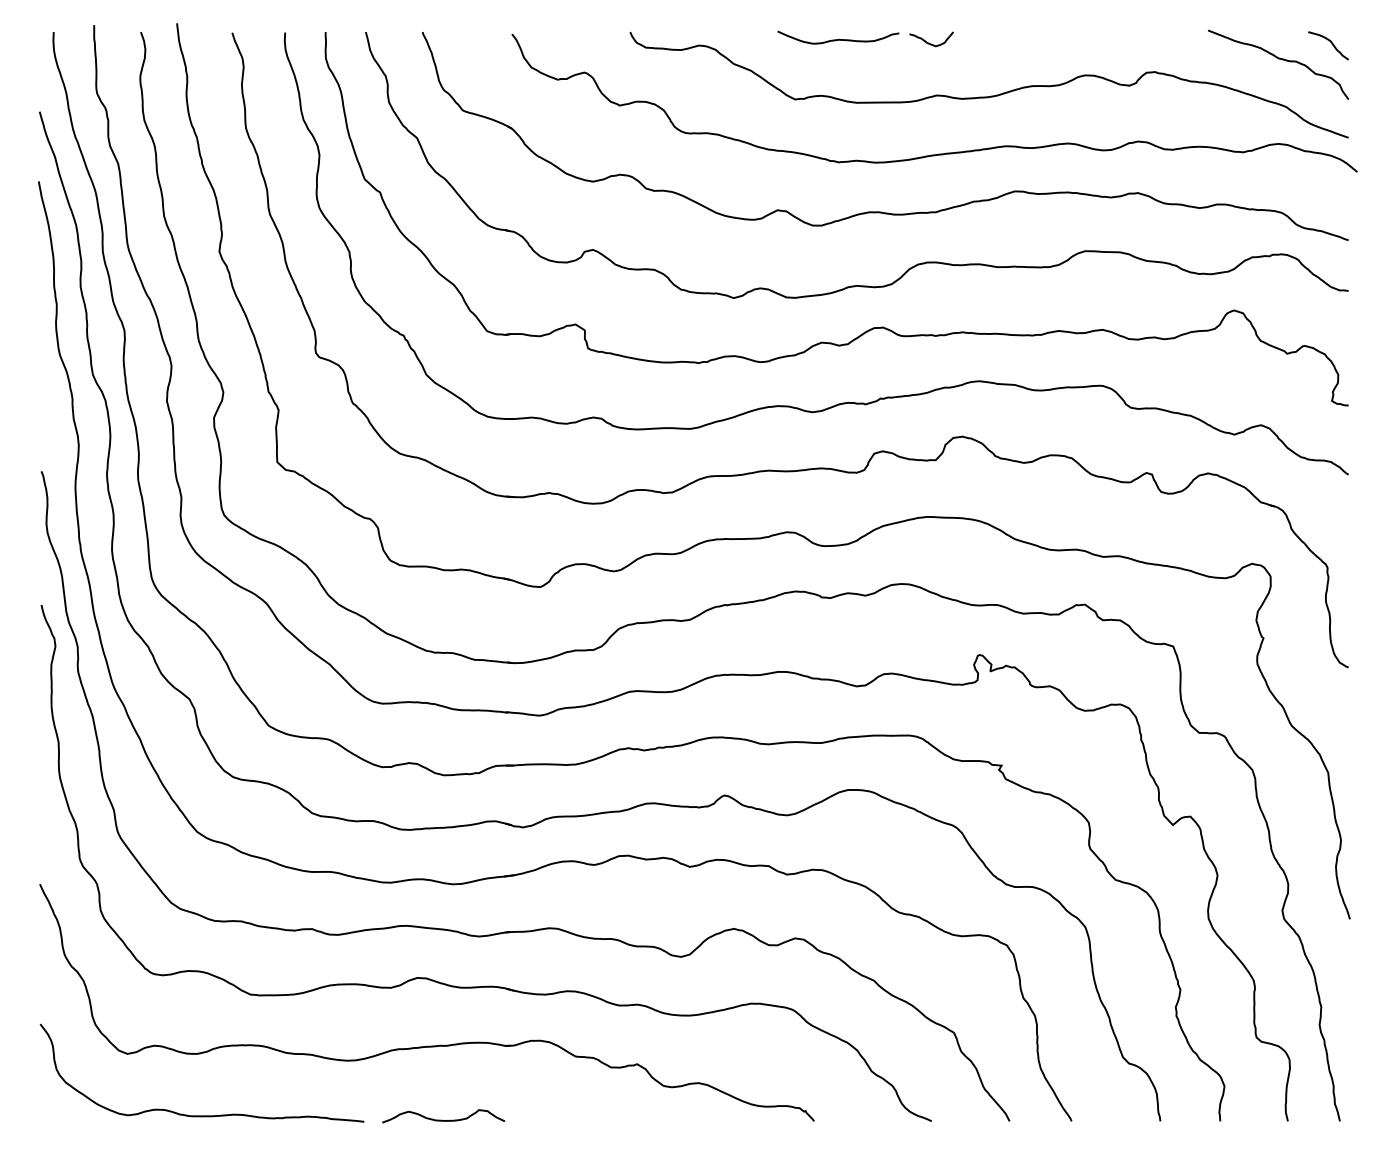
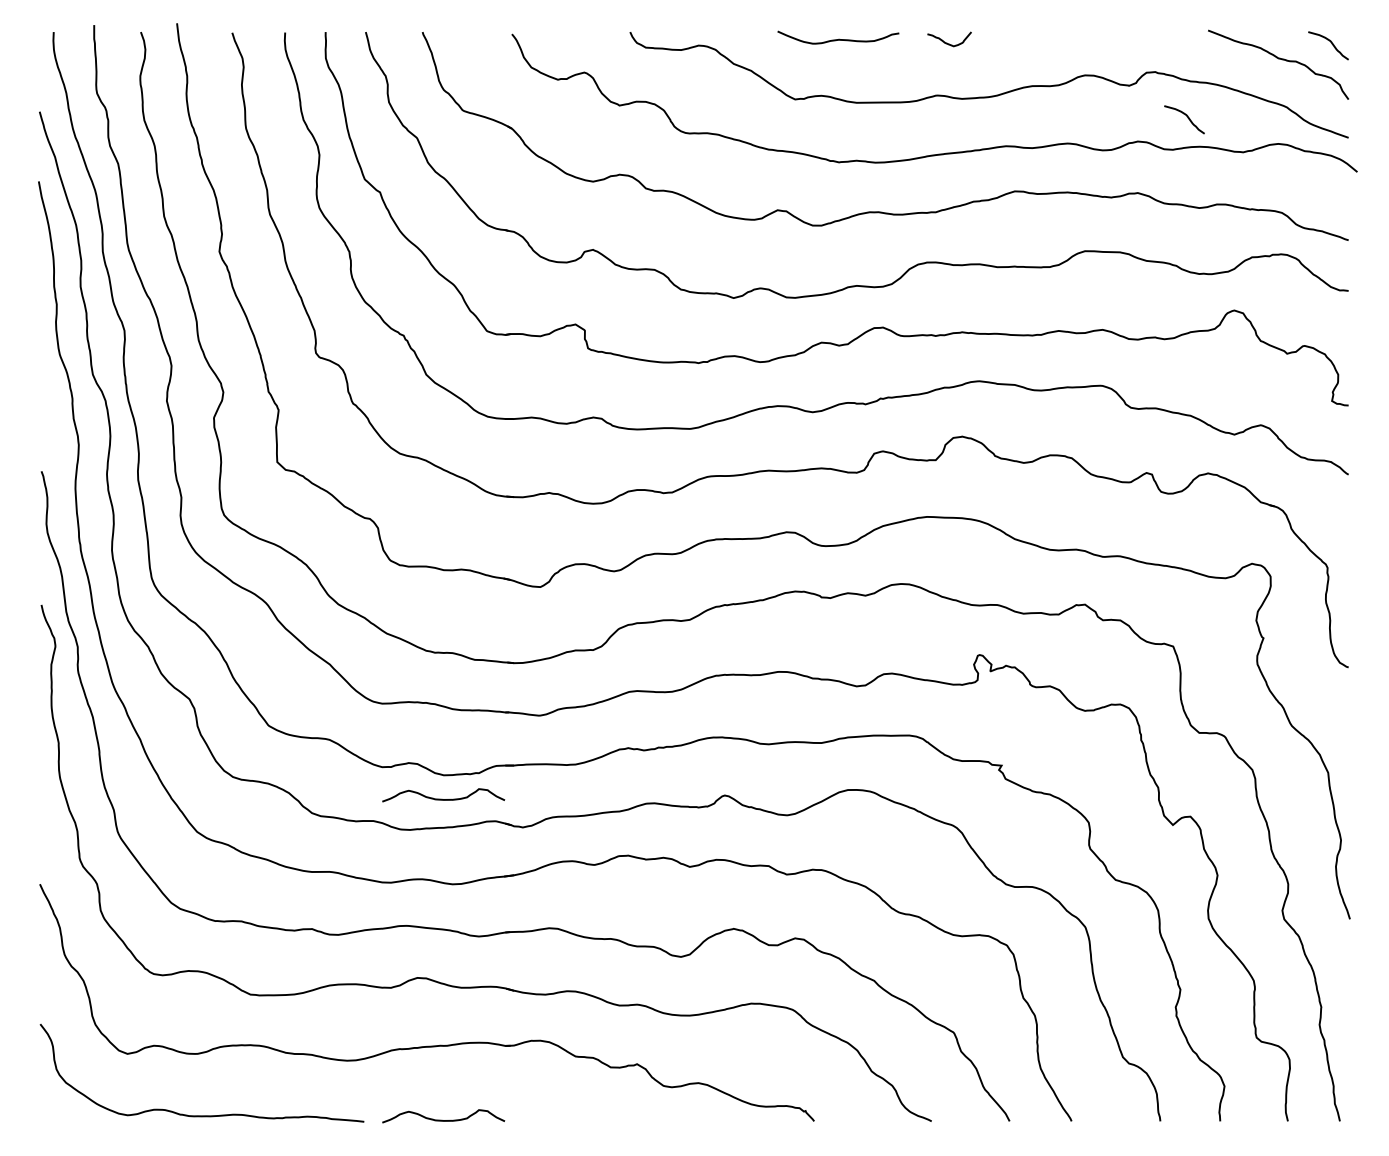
curve at (929, 42) position: (929, 42) -> (947, 42)
curve at (1187, 118): none -> present
curve at (442, 798): none -> present
